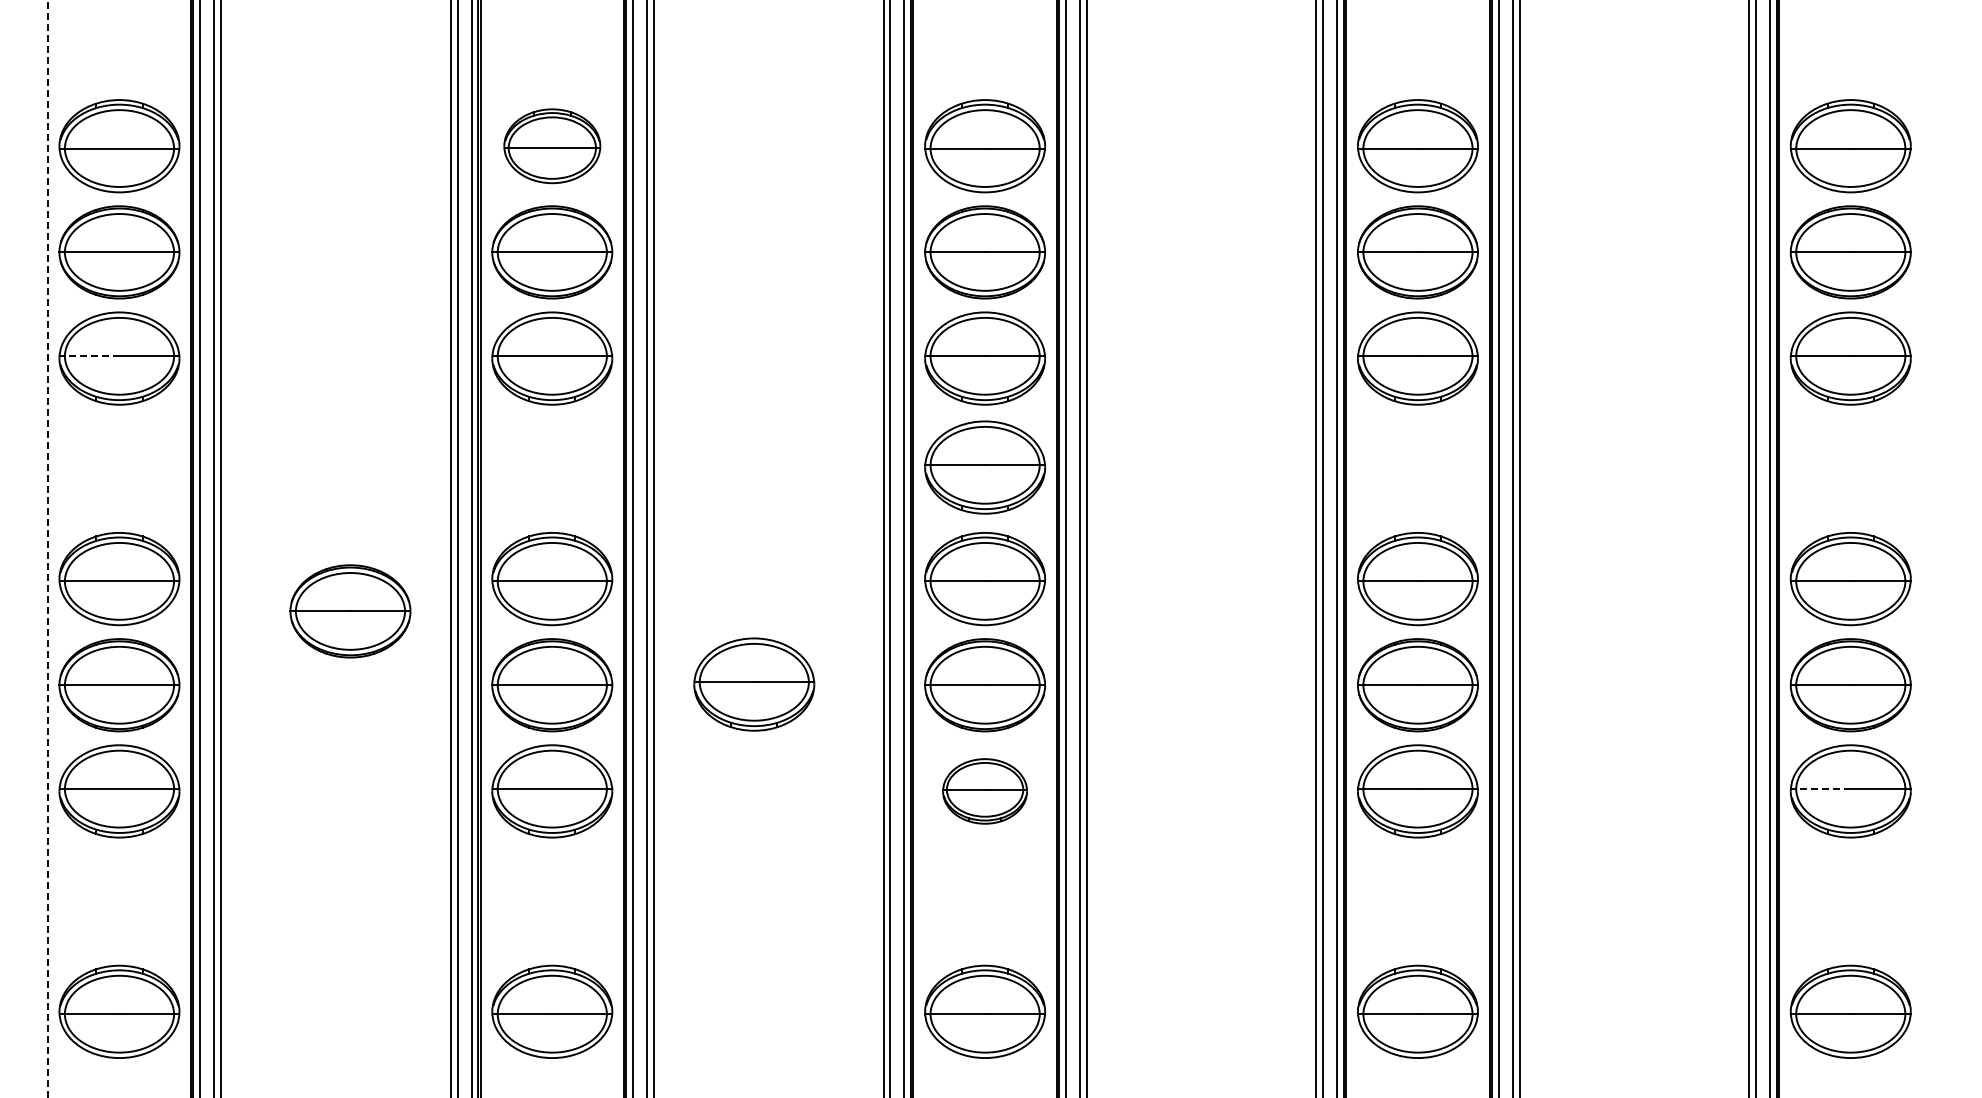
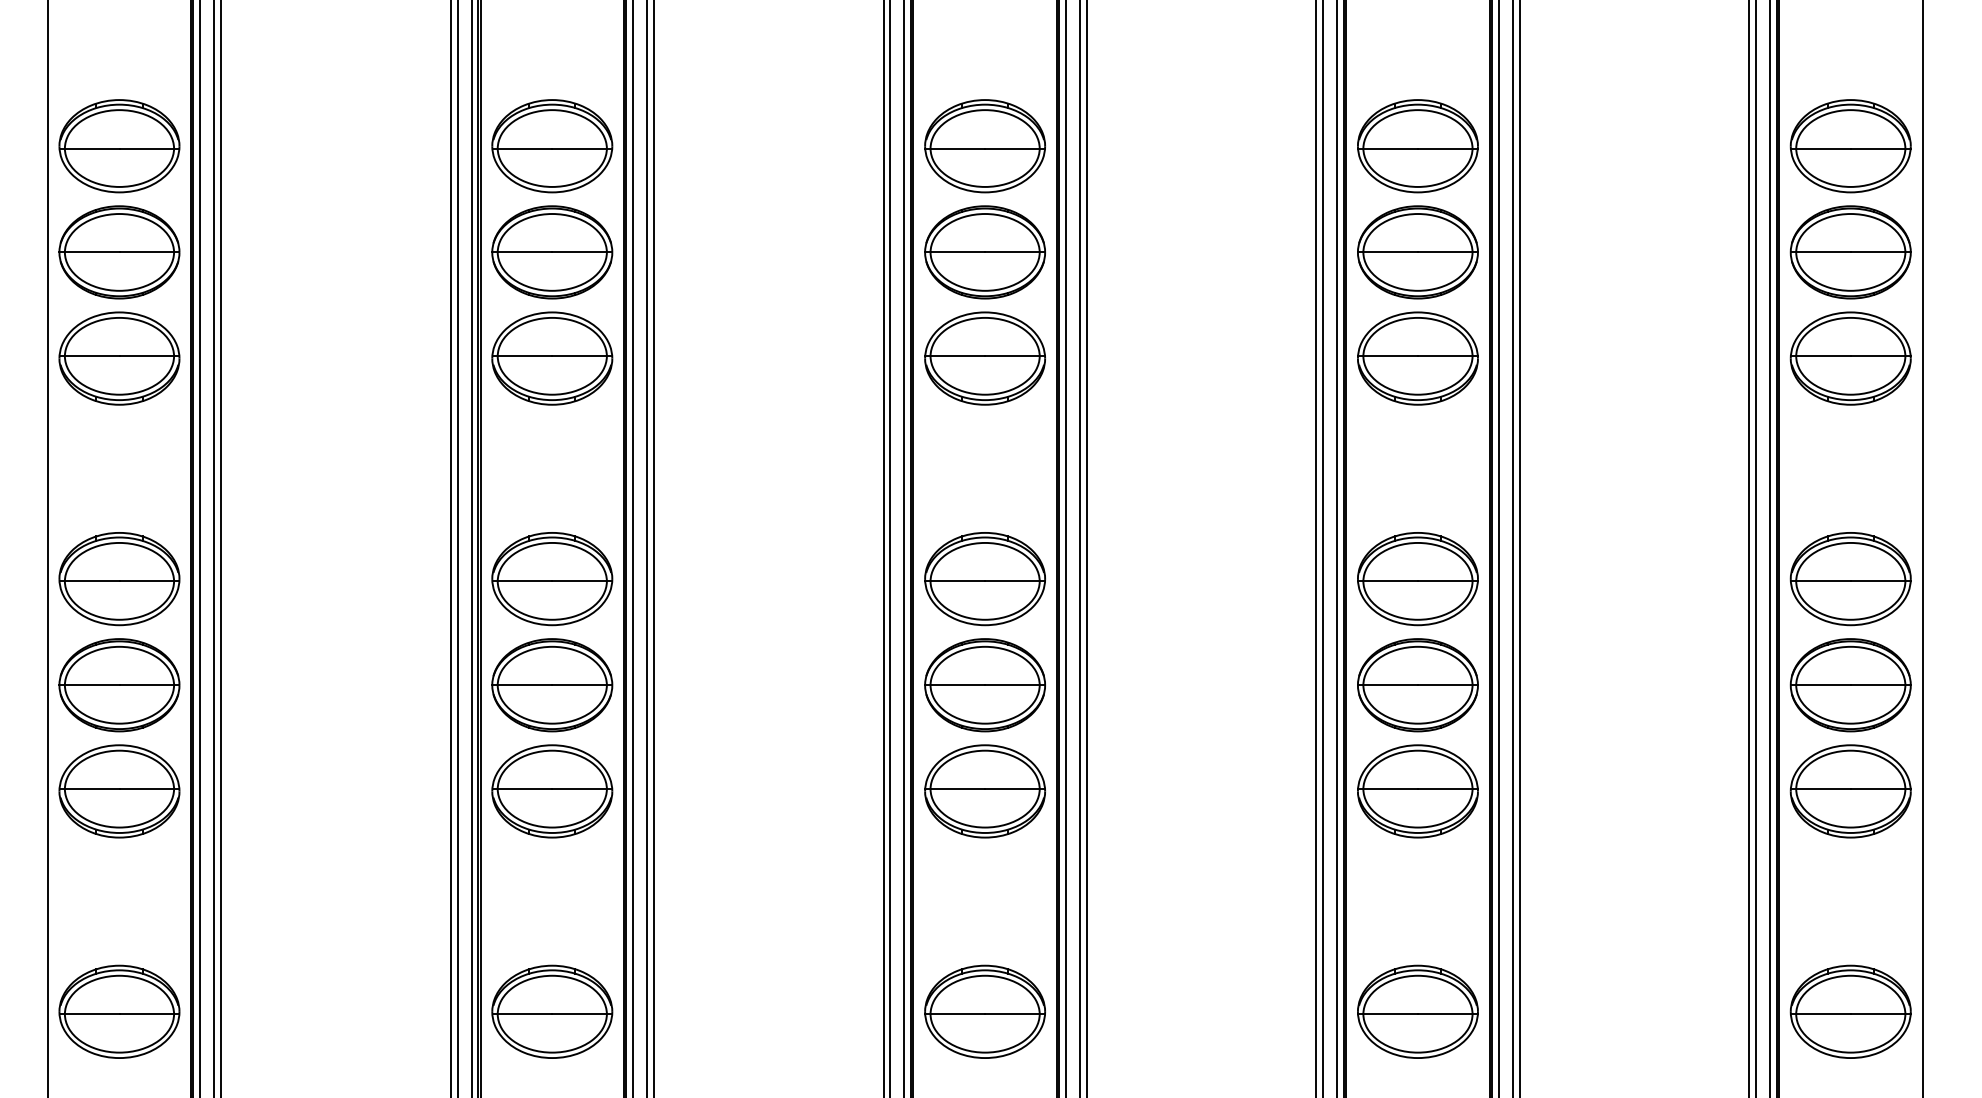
part at (552, 146) size: 99x77 px -> 123x95 px
line at (91, 356): dashed -> solid
part at (984, 467): present -> none
line at (1922, 548): none -> present
line at (47, 549): dashed -> solid
part at (350, 611): present -> none
part at (754, 684): present -> none
line at (1823, 789): dashed -> solid
part at (984, 791) size: 86x67 px -> 122x95 px
